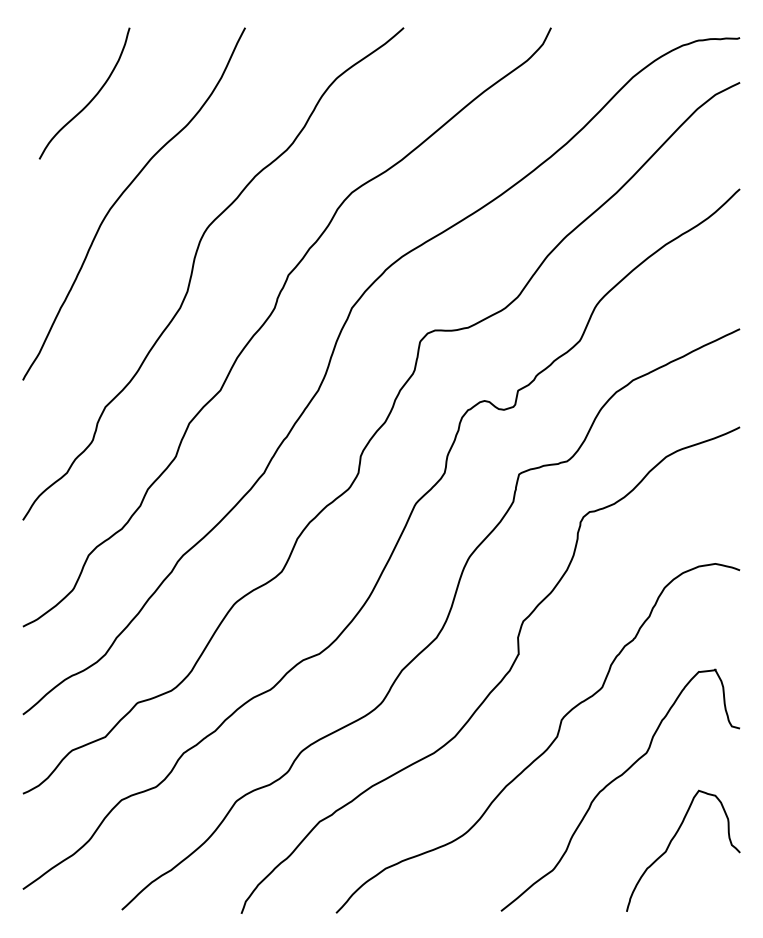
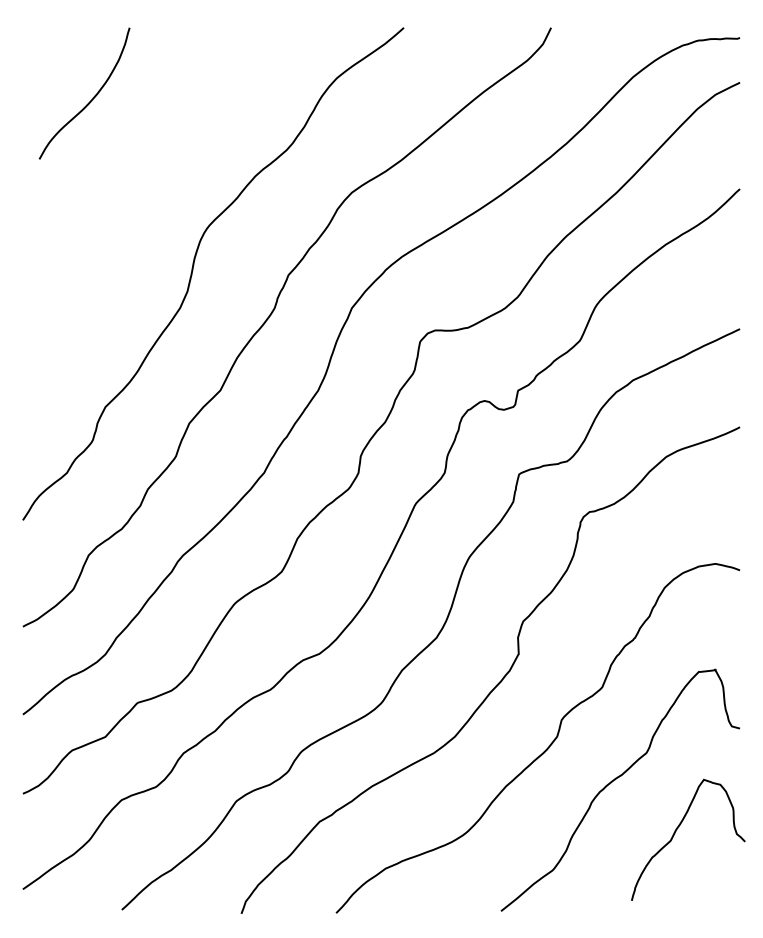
curve at (122, 195): present -> none
curve at (670, 844) position: (670, 844) -> (675, 833)
